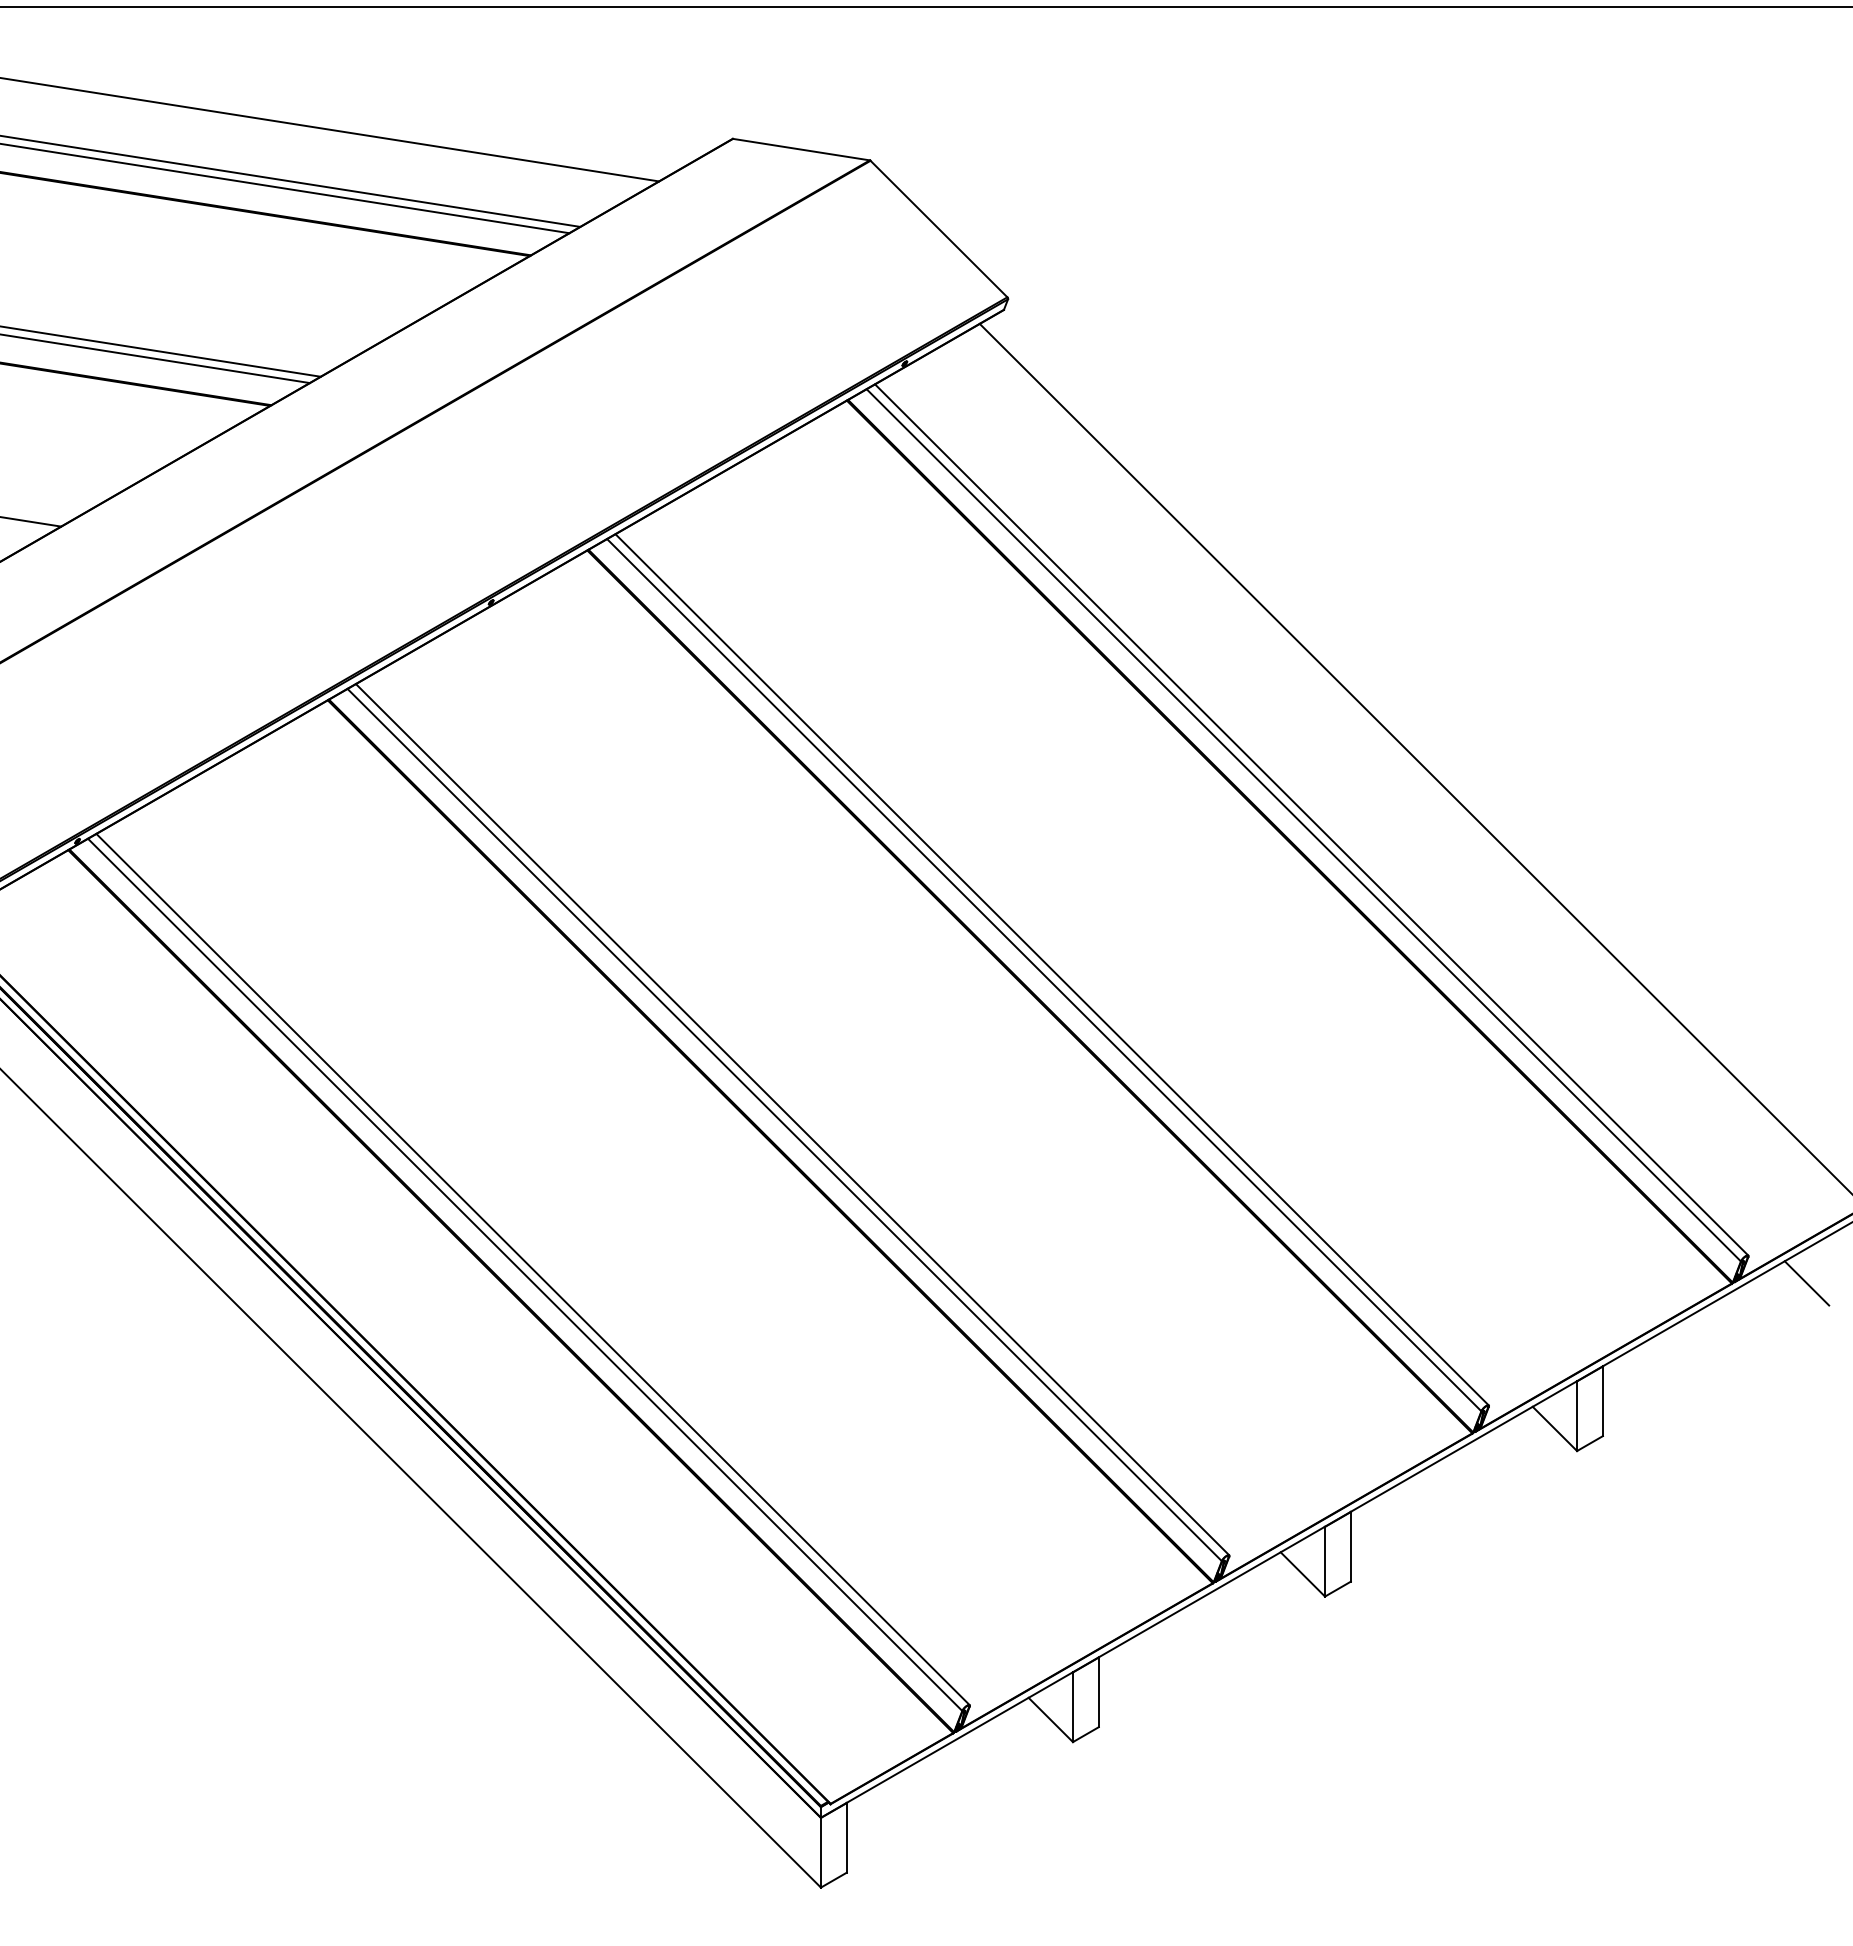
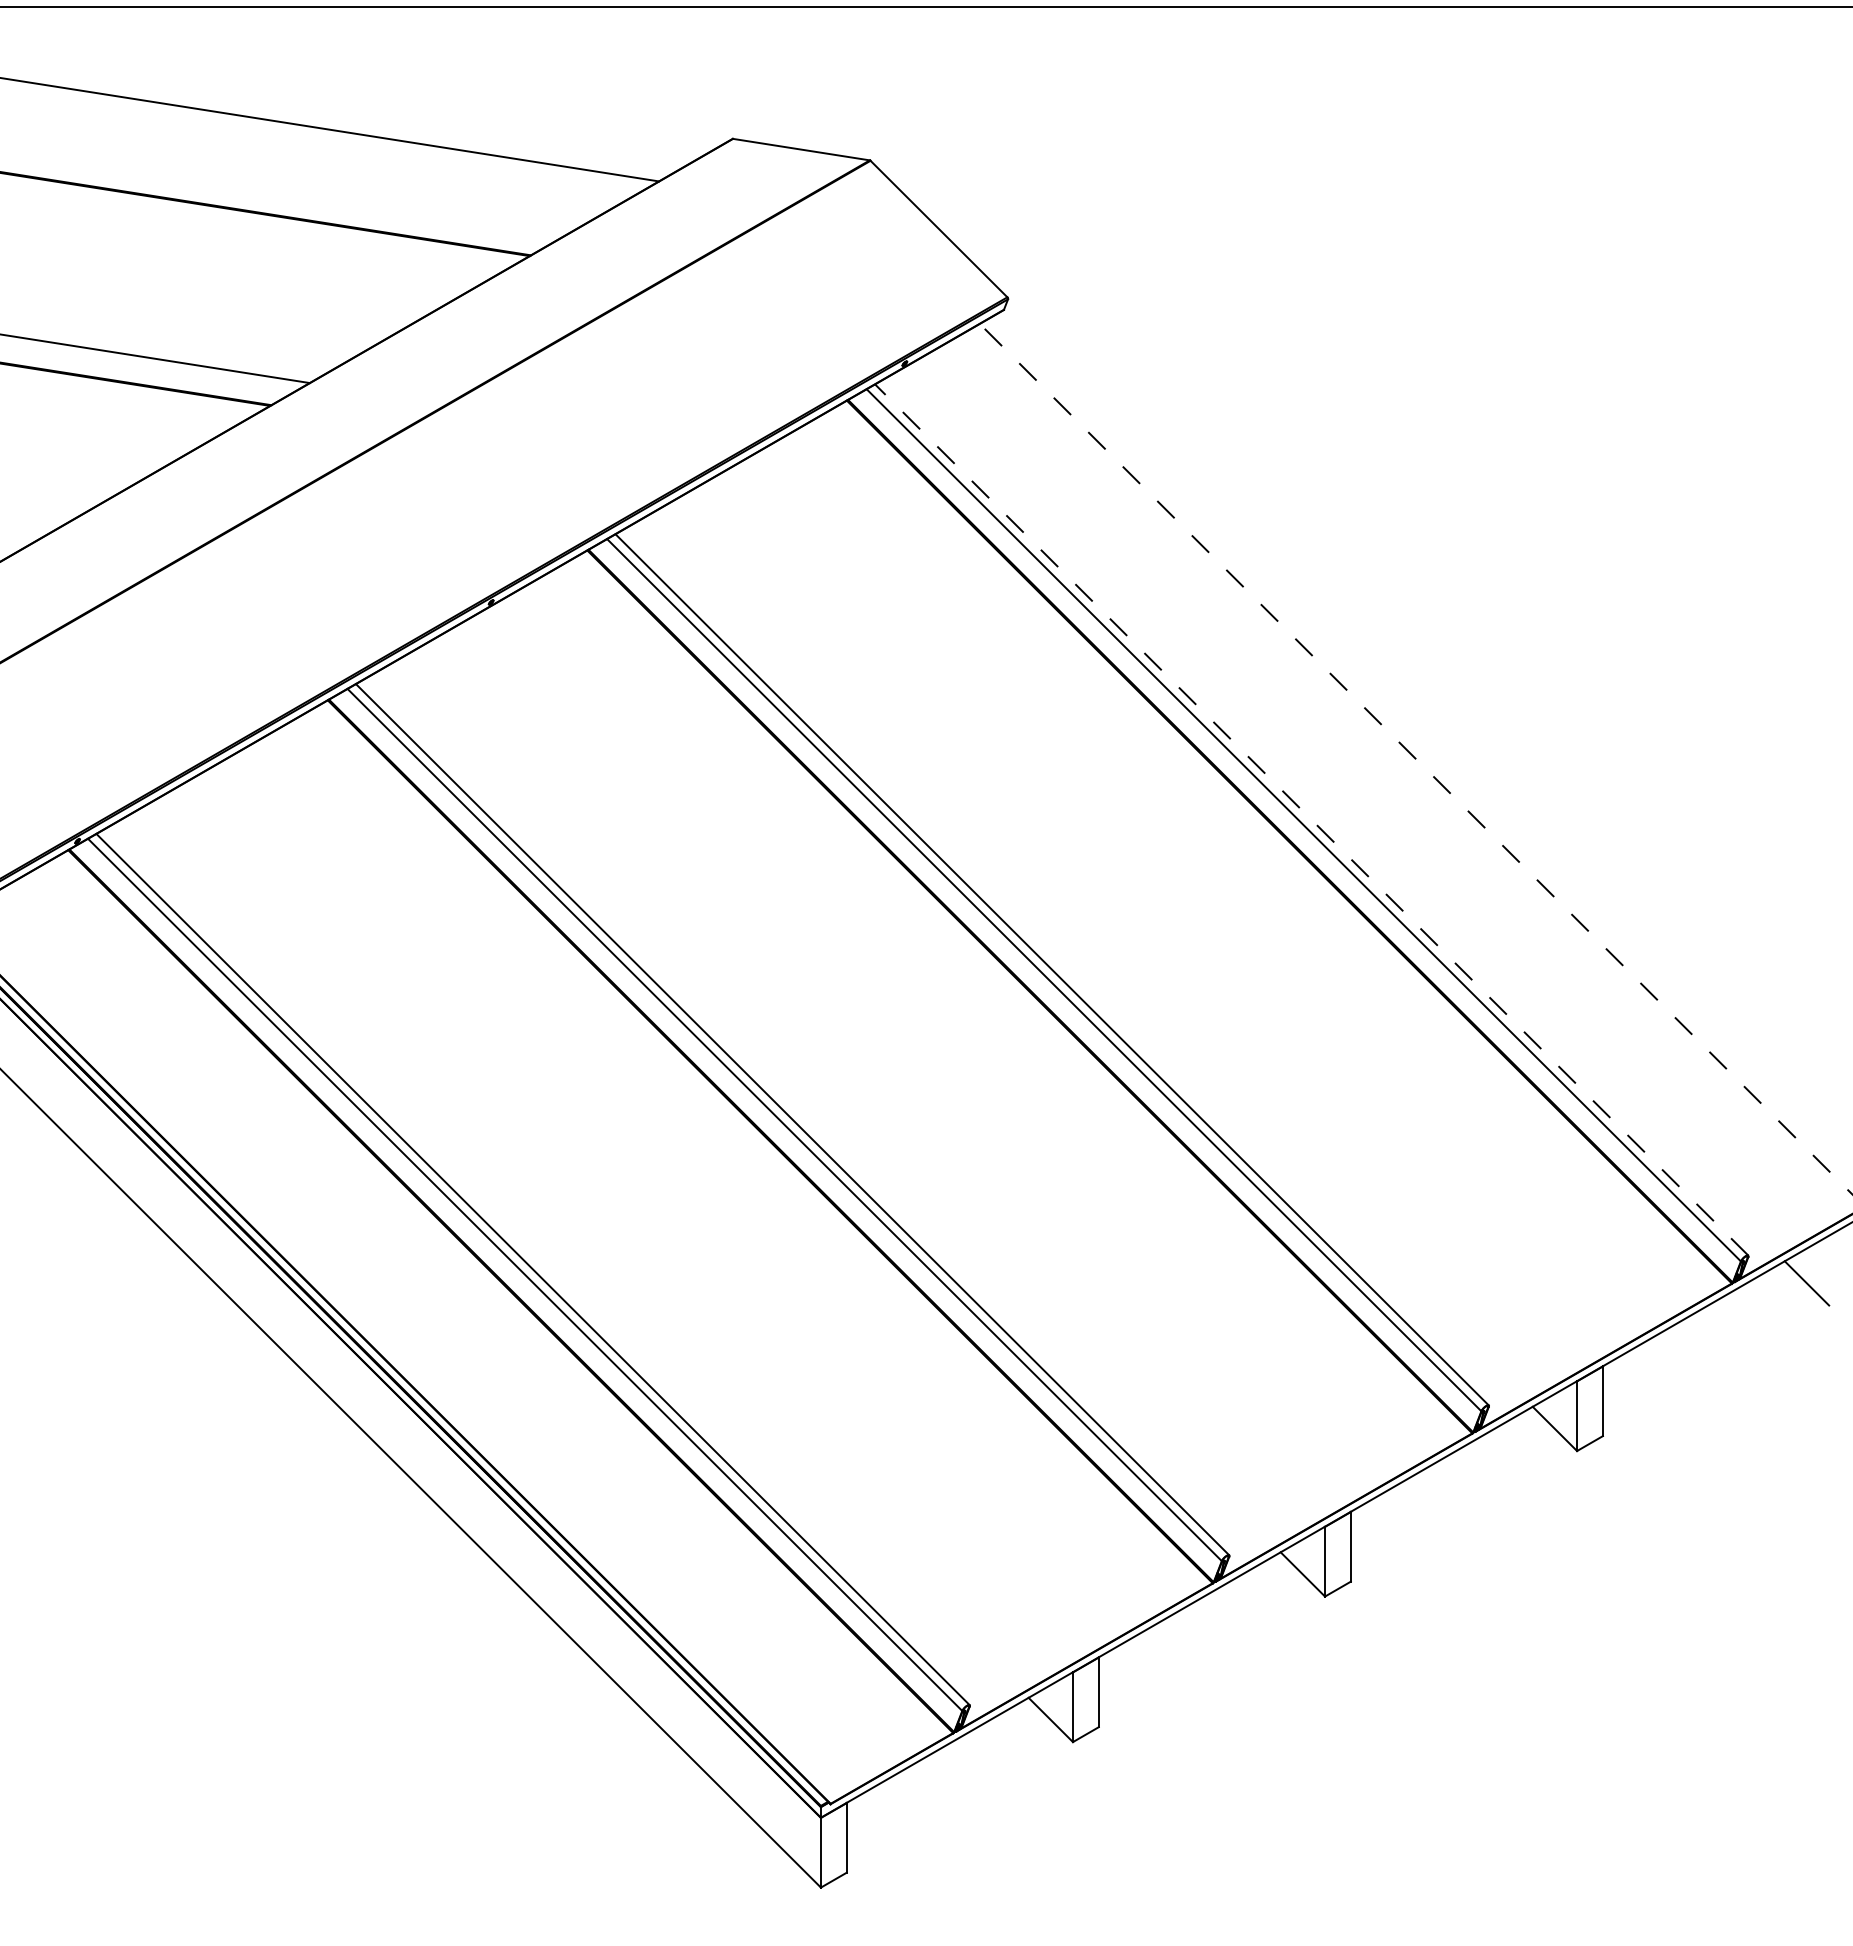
line at (291, 181): present -> none
line at (285, 188): present -> none
line at (161, 351): present -> none
line at (31, 521): present -> none
line at (1416, 759): solid -> dashed
line at (1311, 819): solid -> dashed
